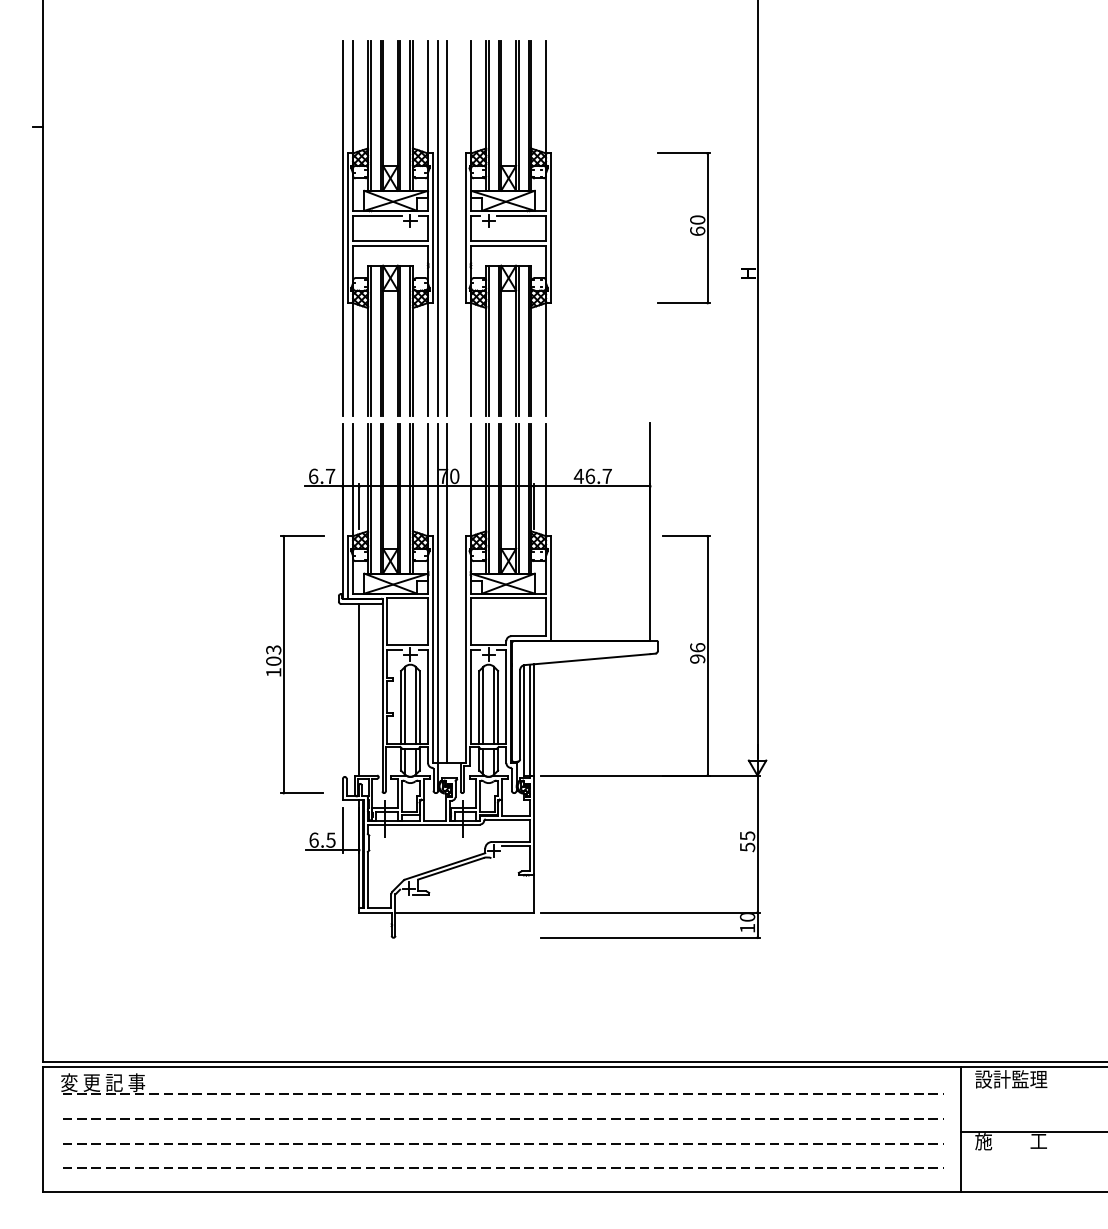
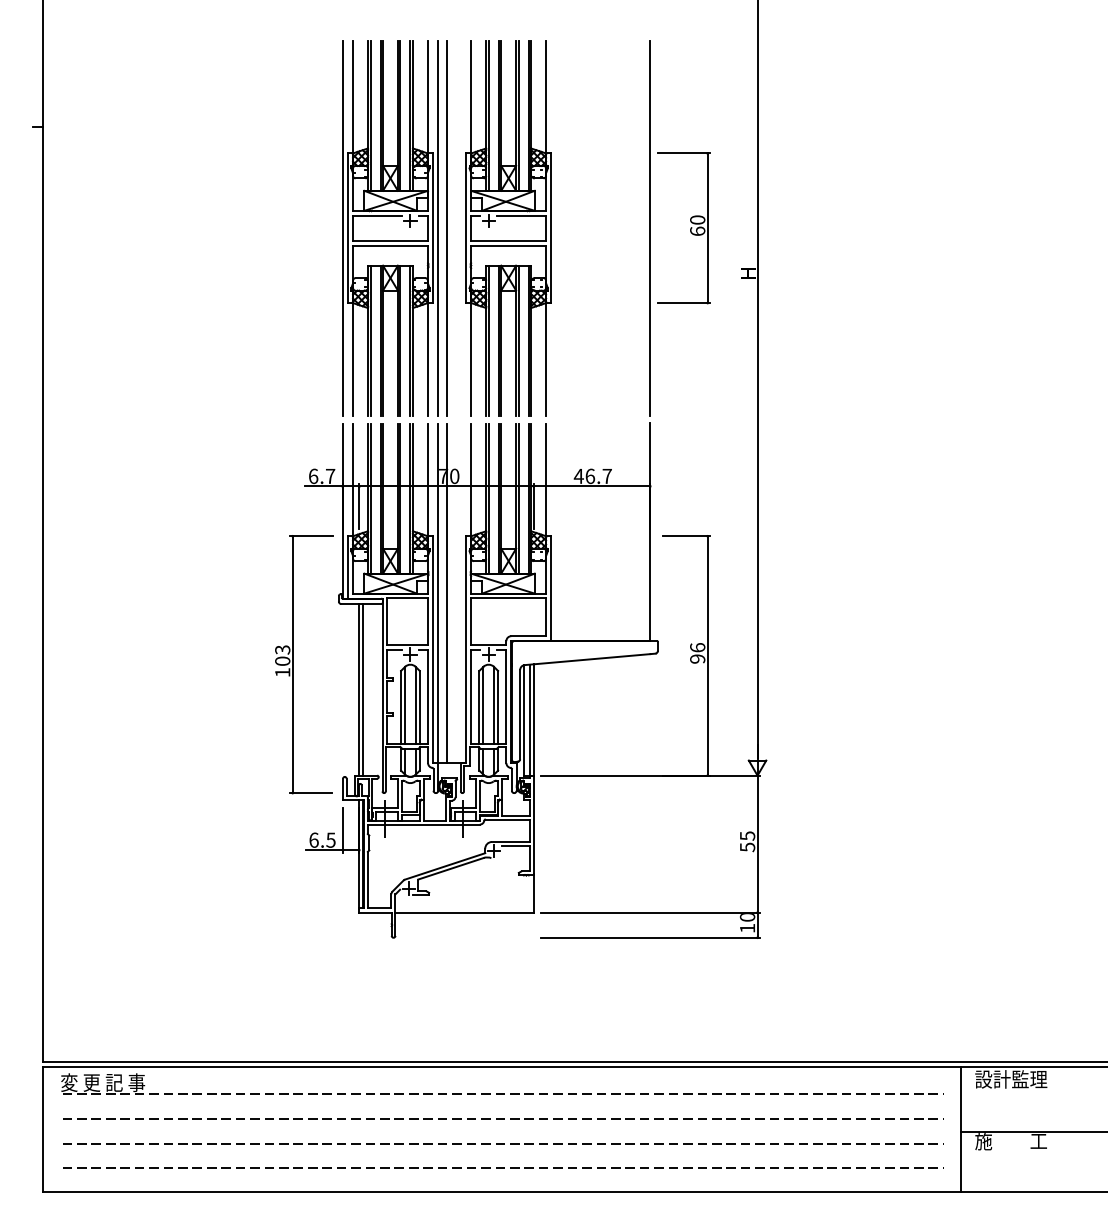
line at (650, 227): none -> present
part at (284, 664) position: (284, 664) -> (293, 664)
line at (363, 689): none -> present
